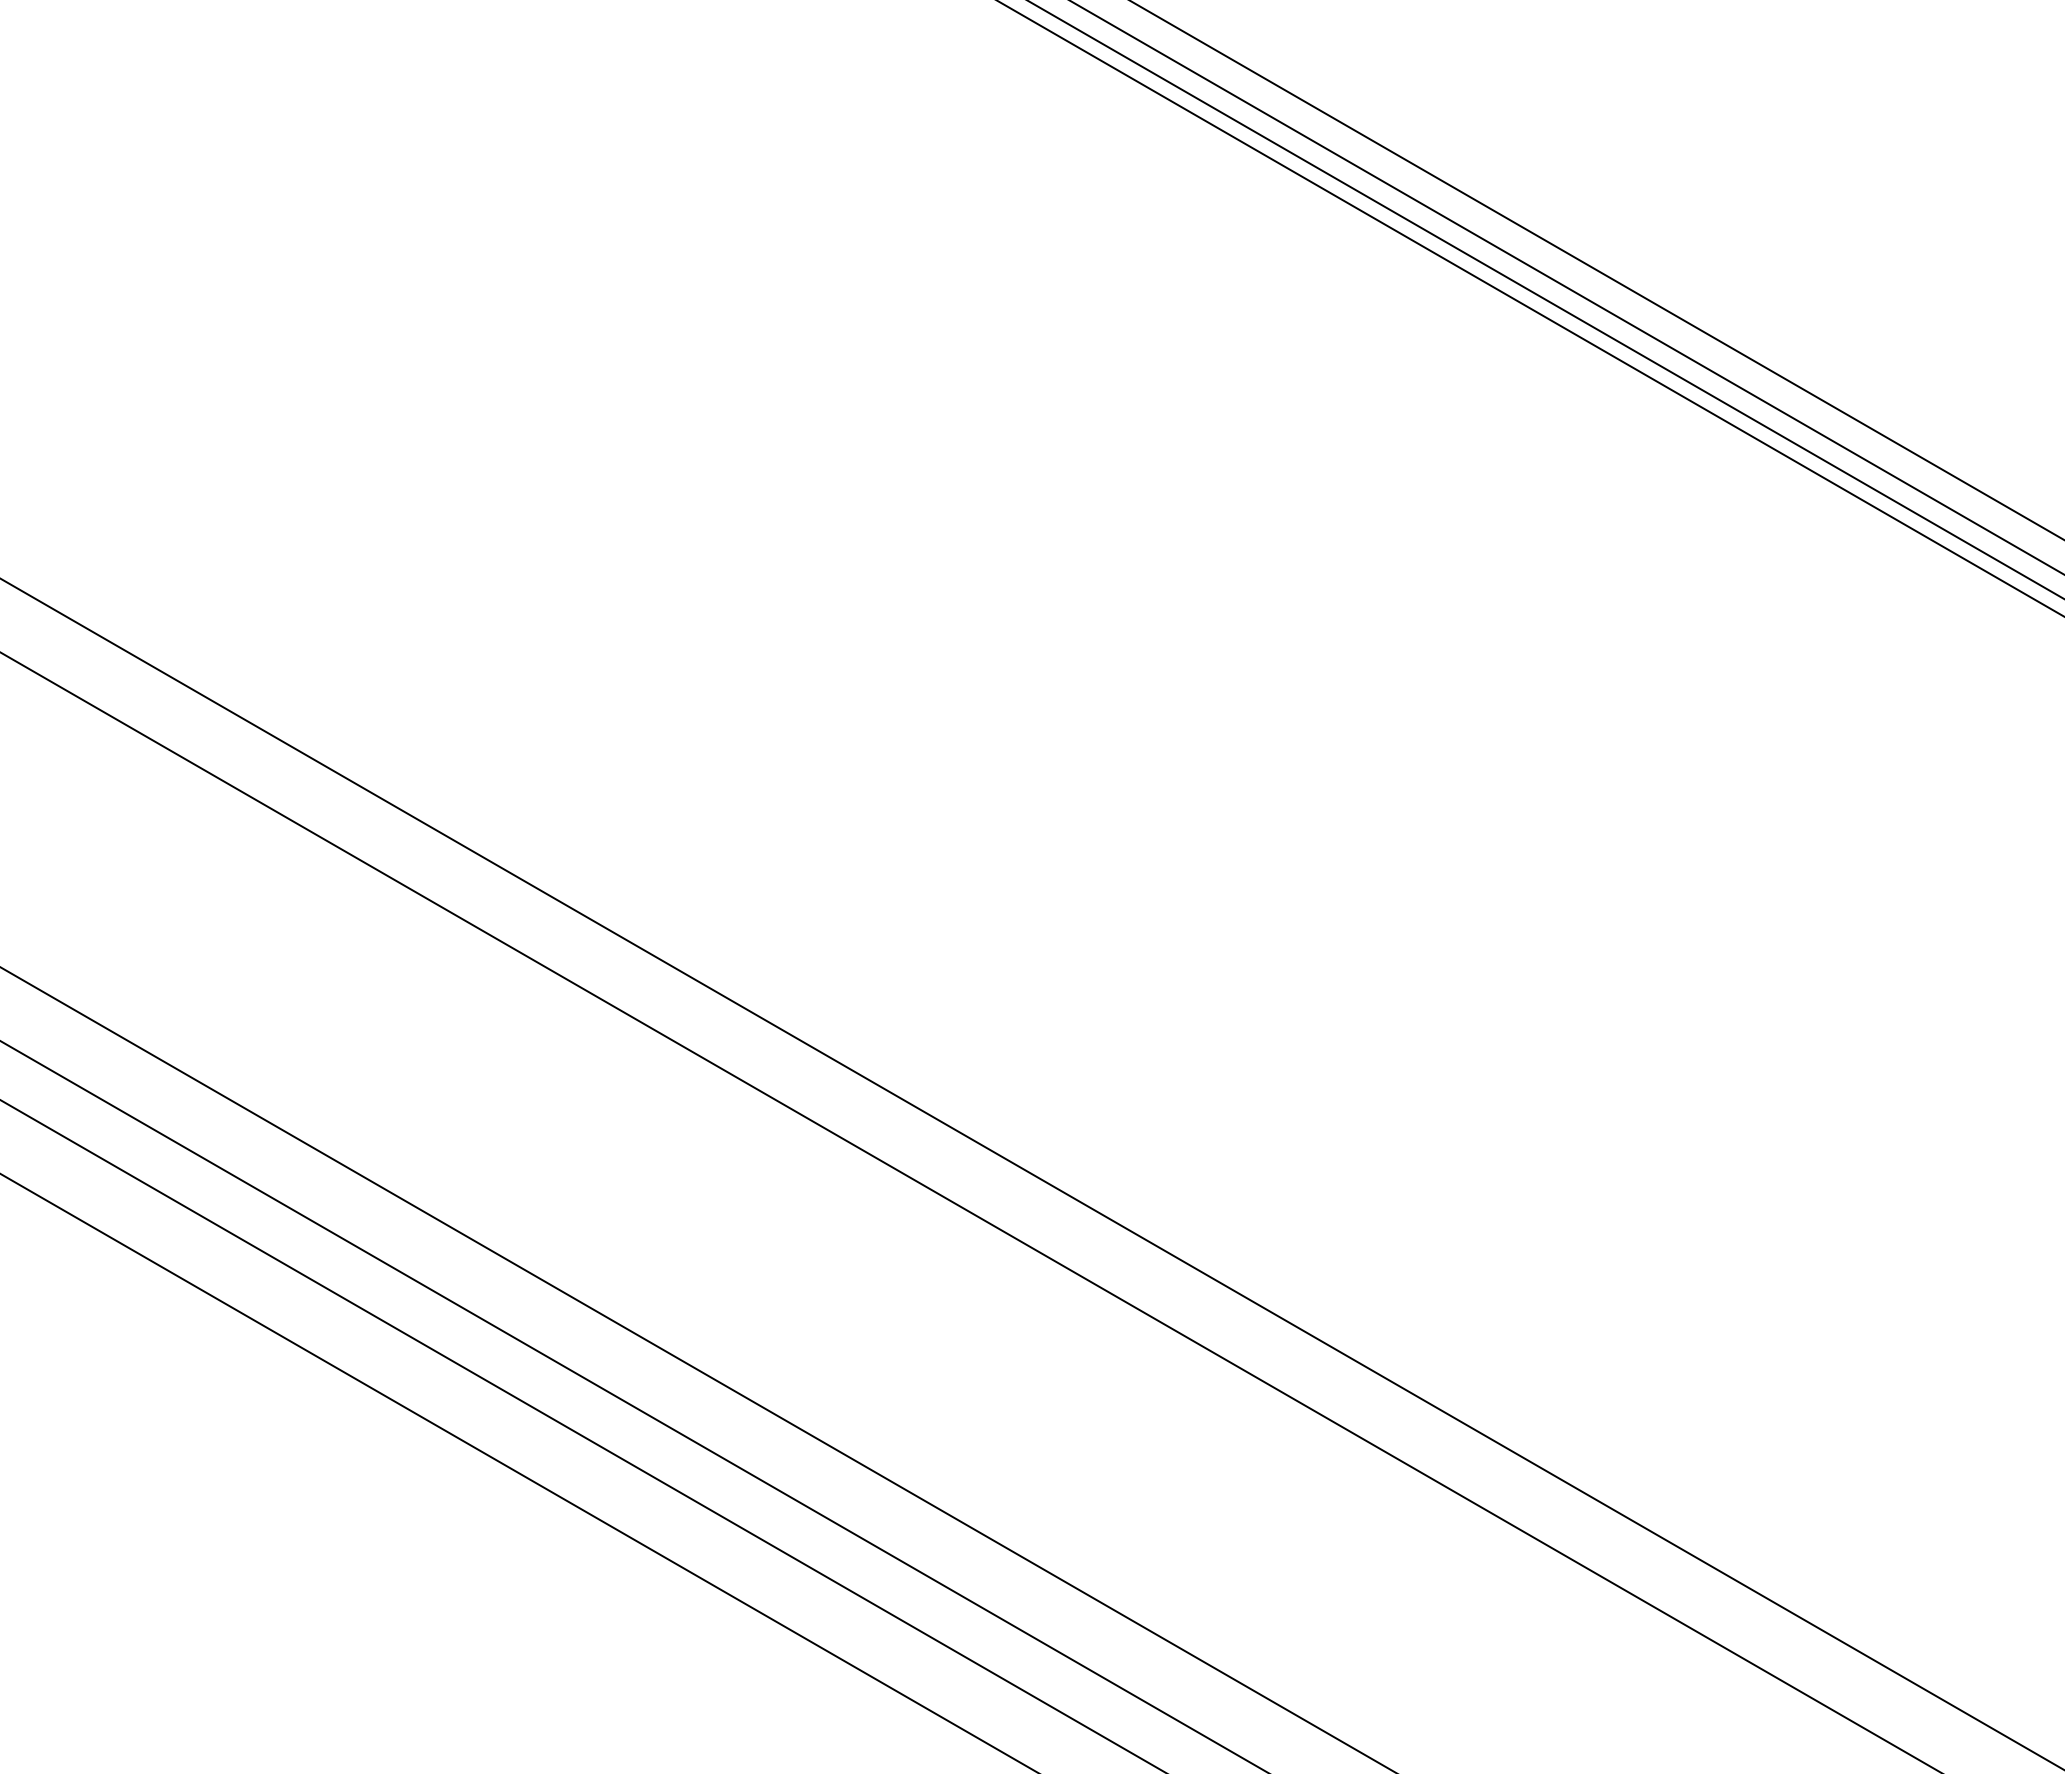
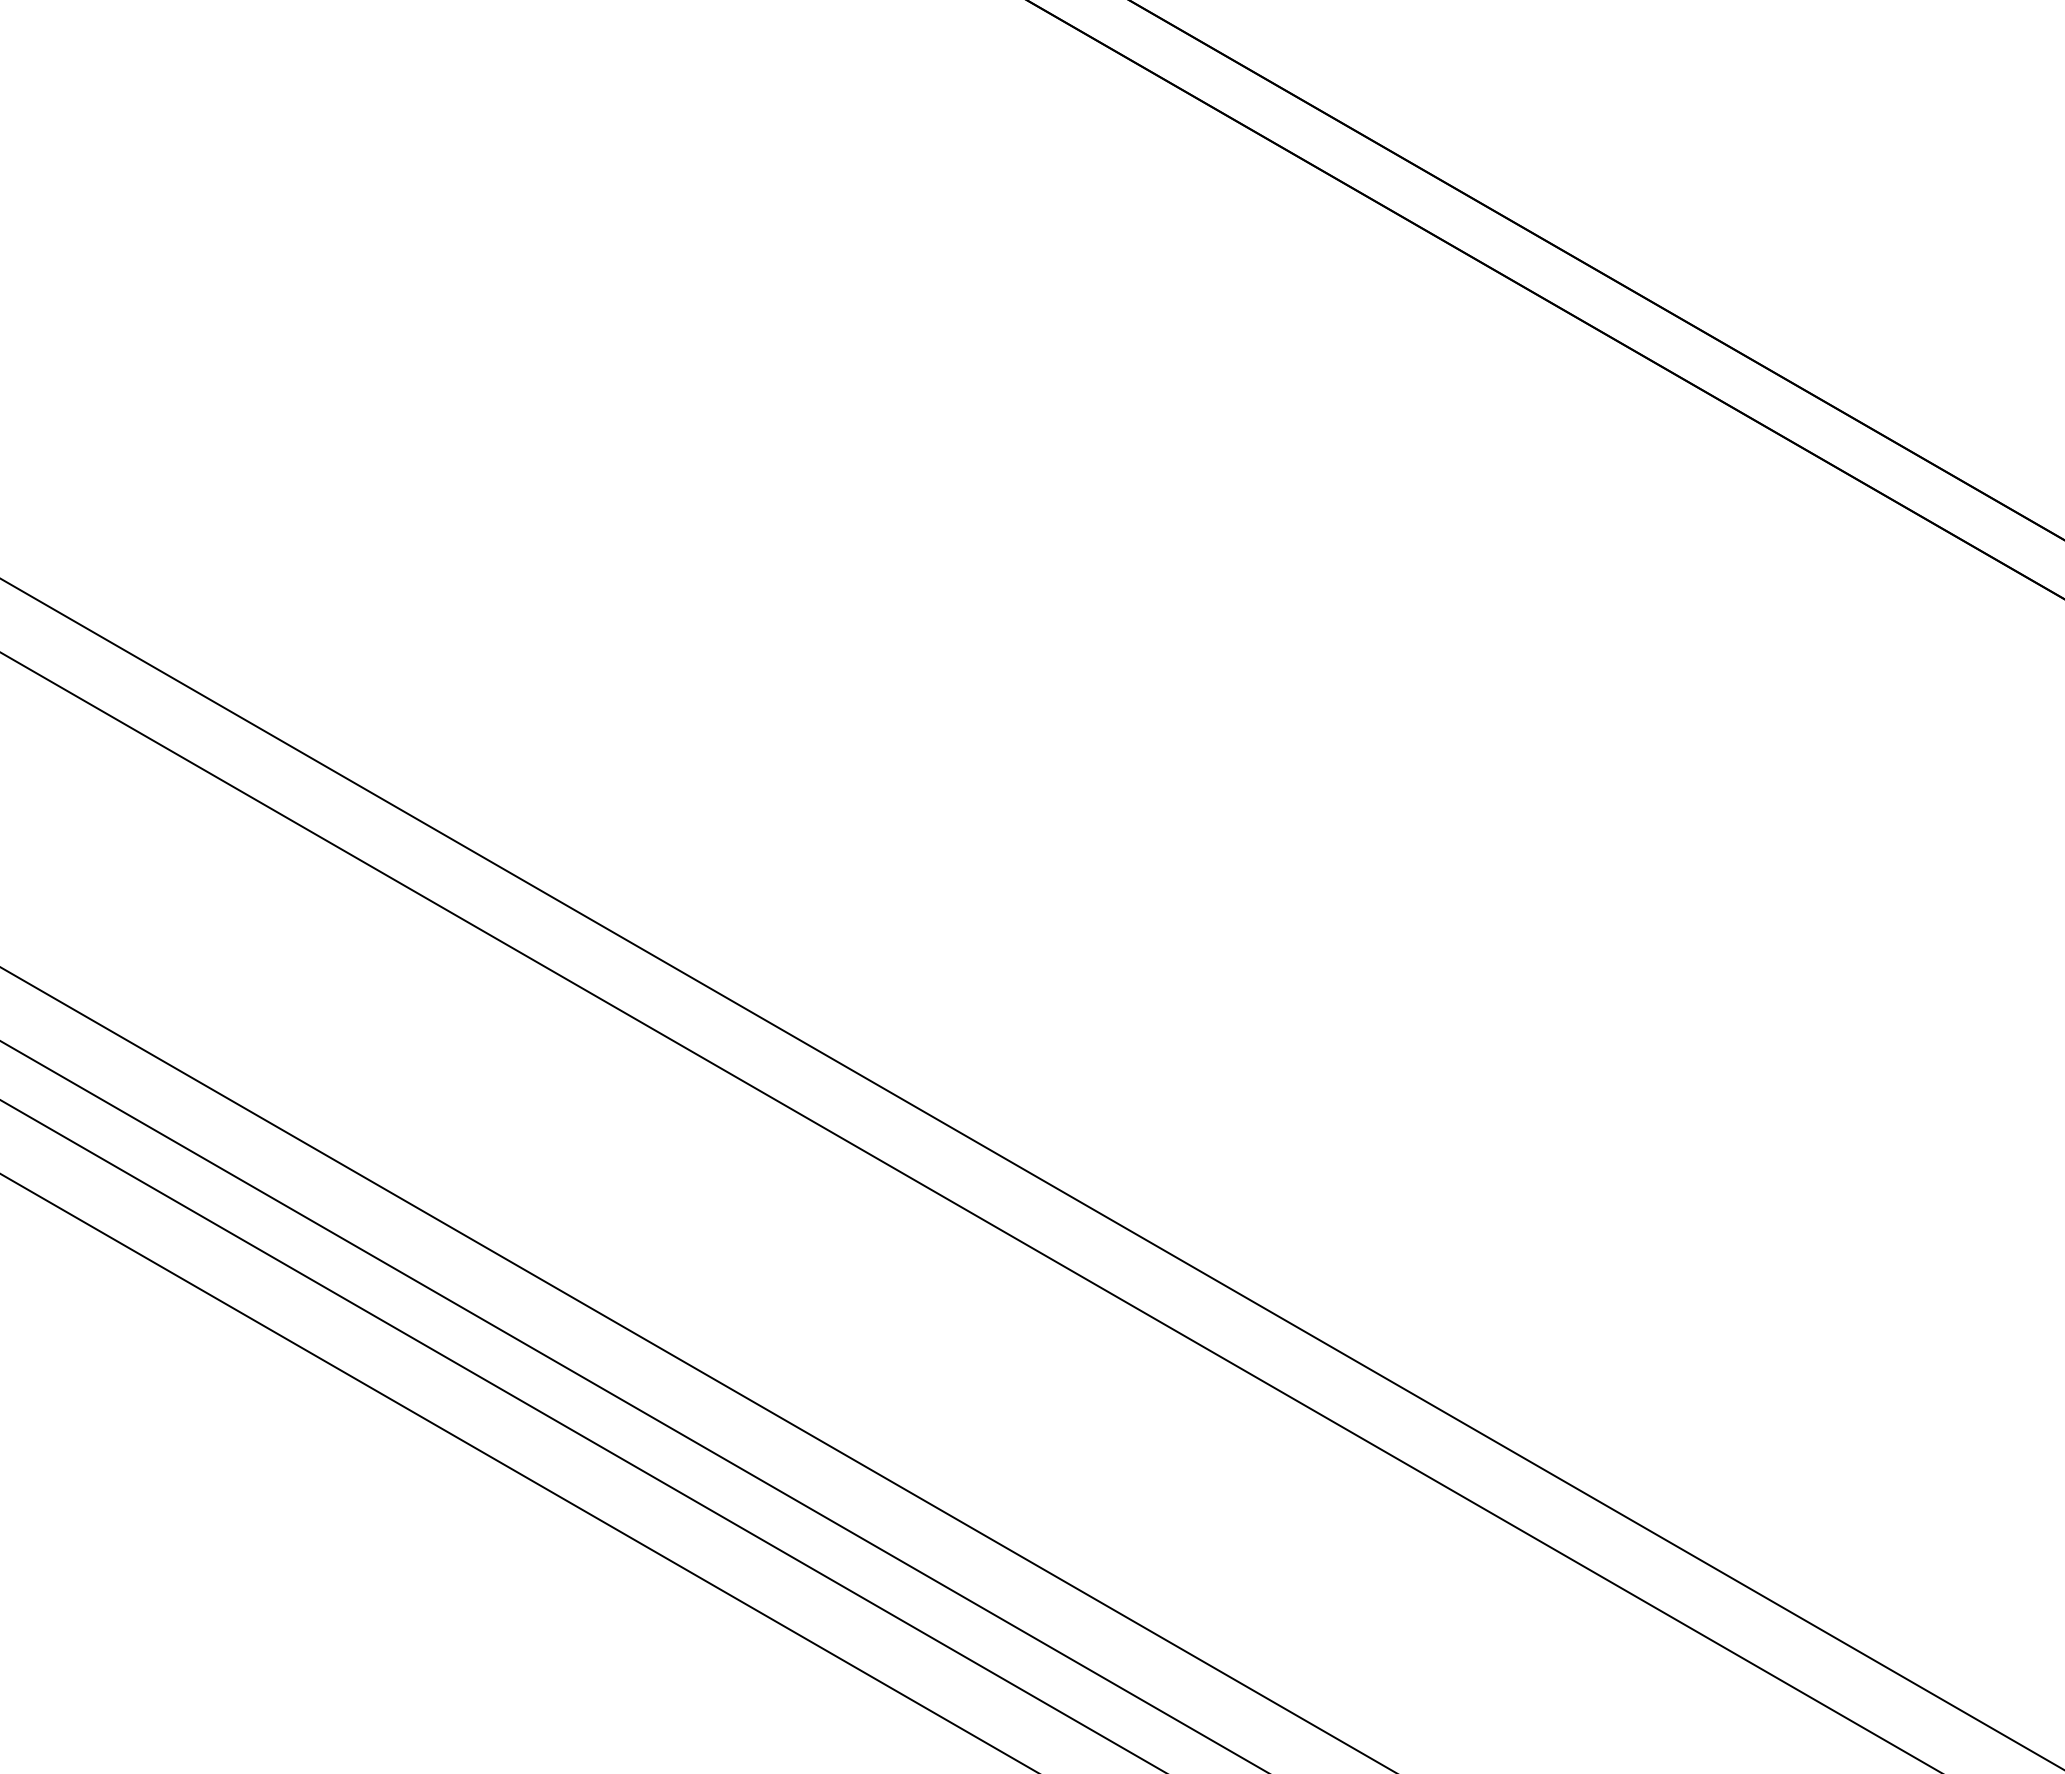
line at (1566, 287) position: (1566, 287) -> (1596, 270)
line at (1530, 308) position: (1530, 308) -> (1545, 299)
